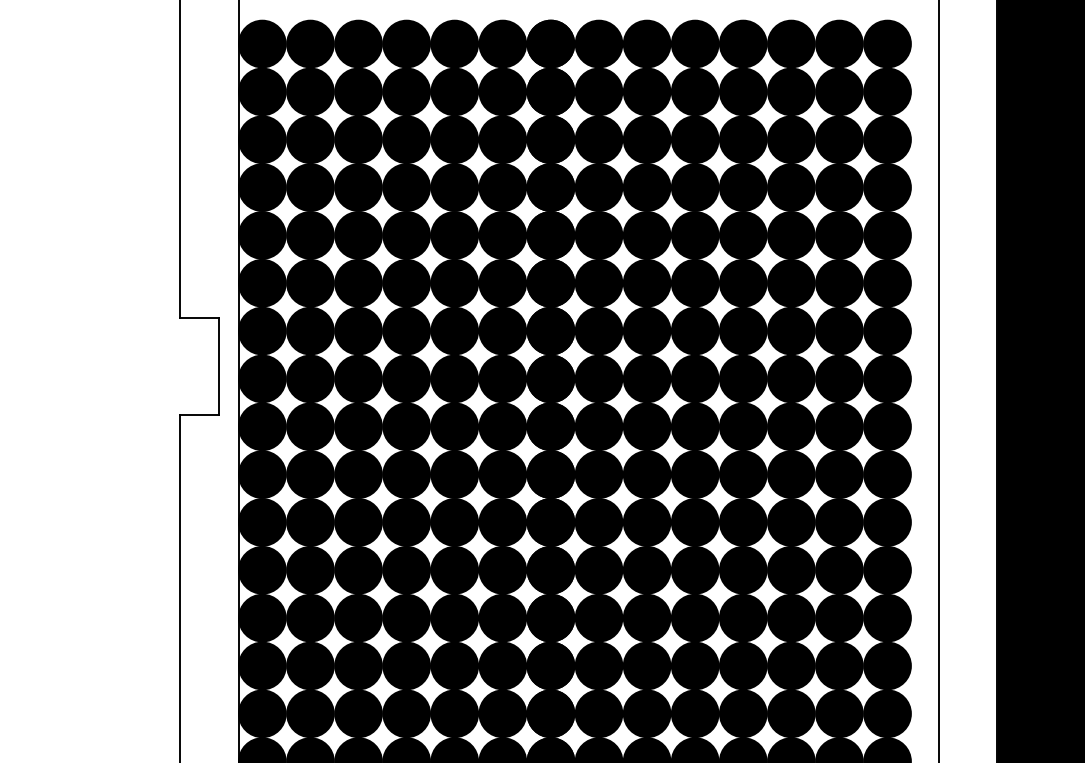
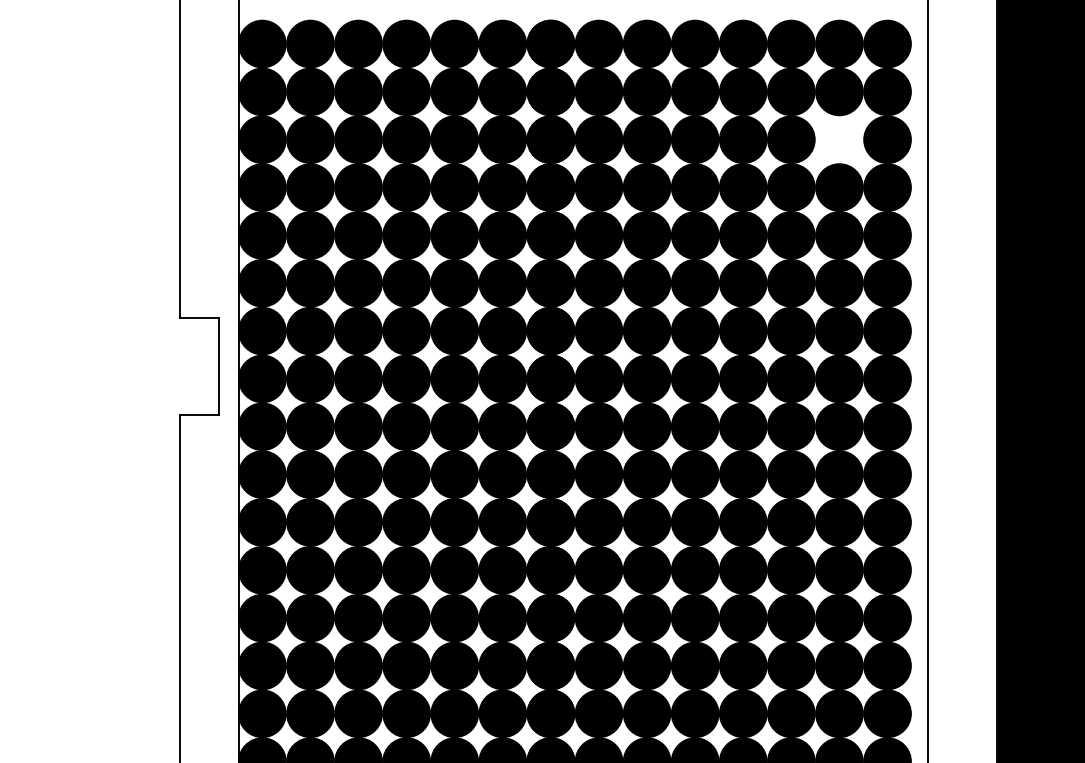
fill at (839, 139): present -> none
line at (939, 380) position: (939, 380) -> (928, 380)
